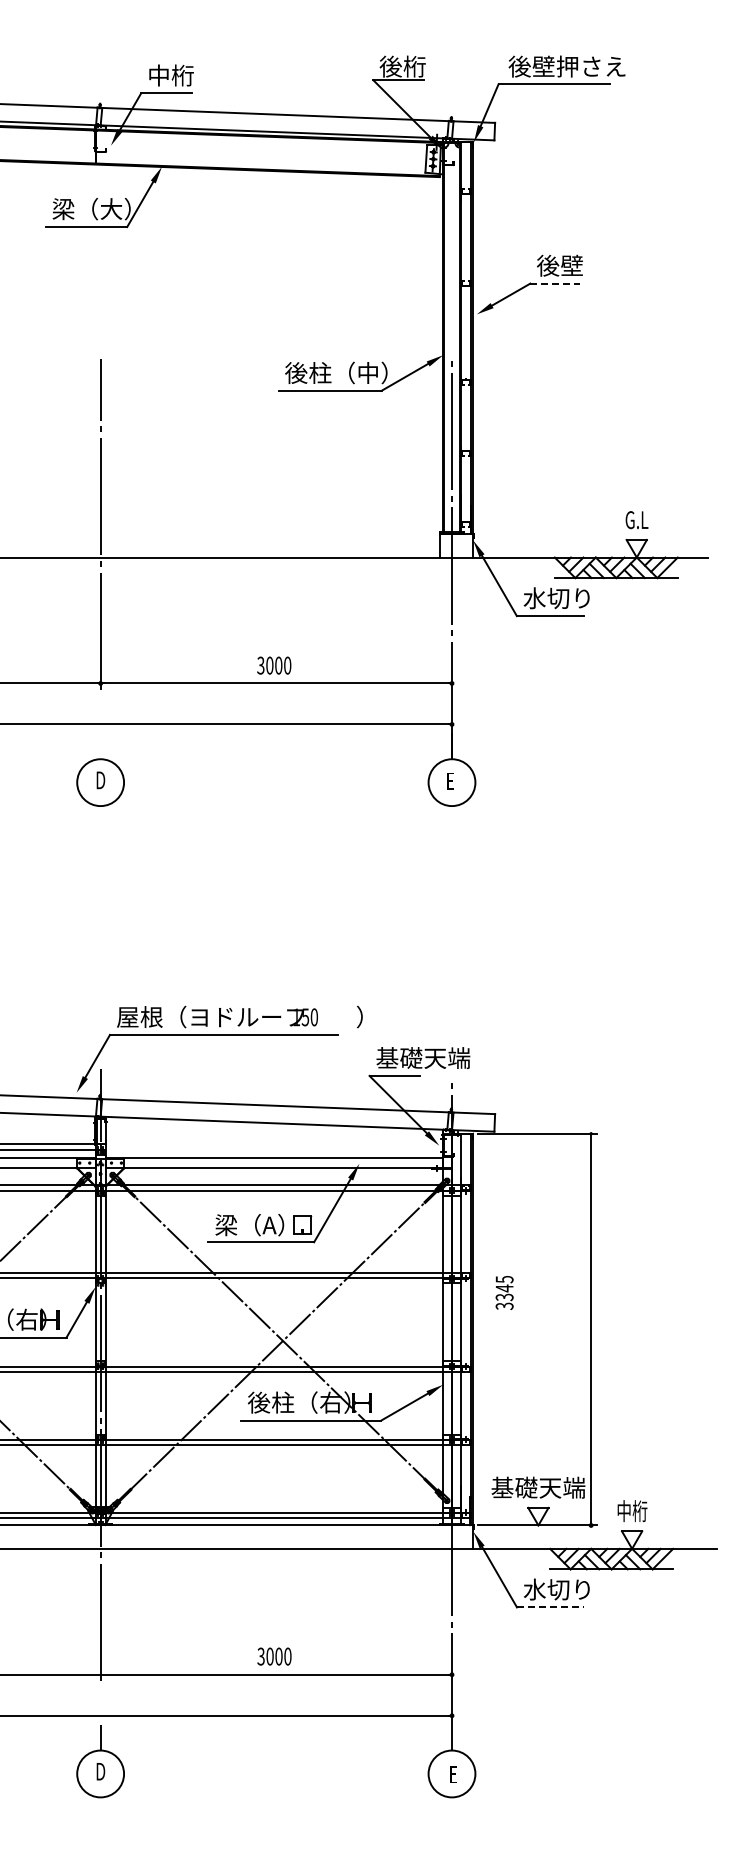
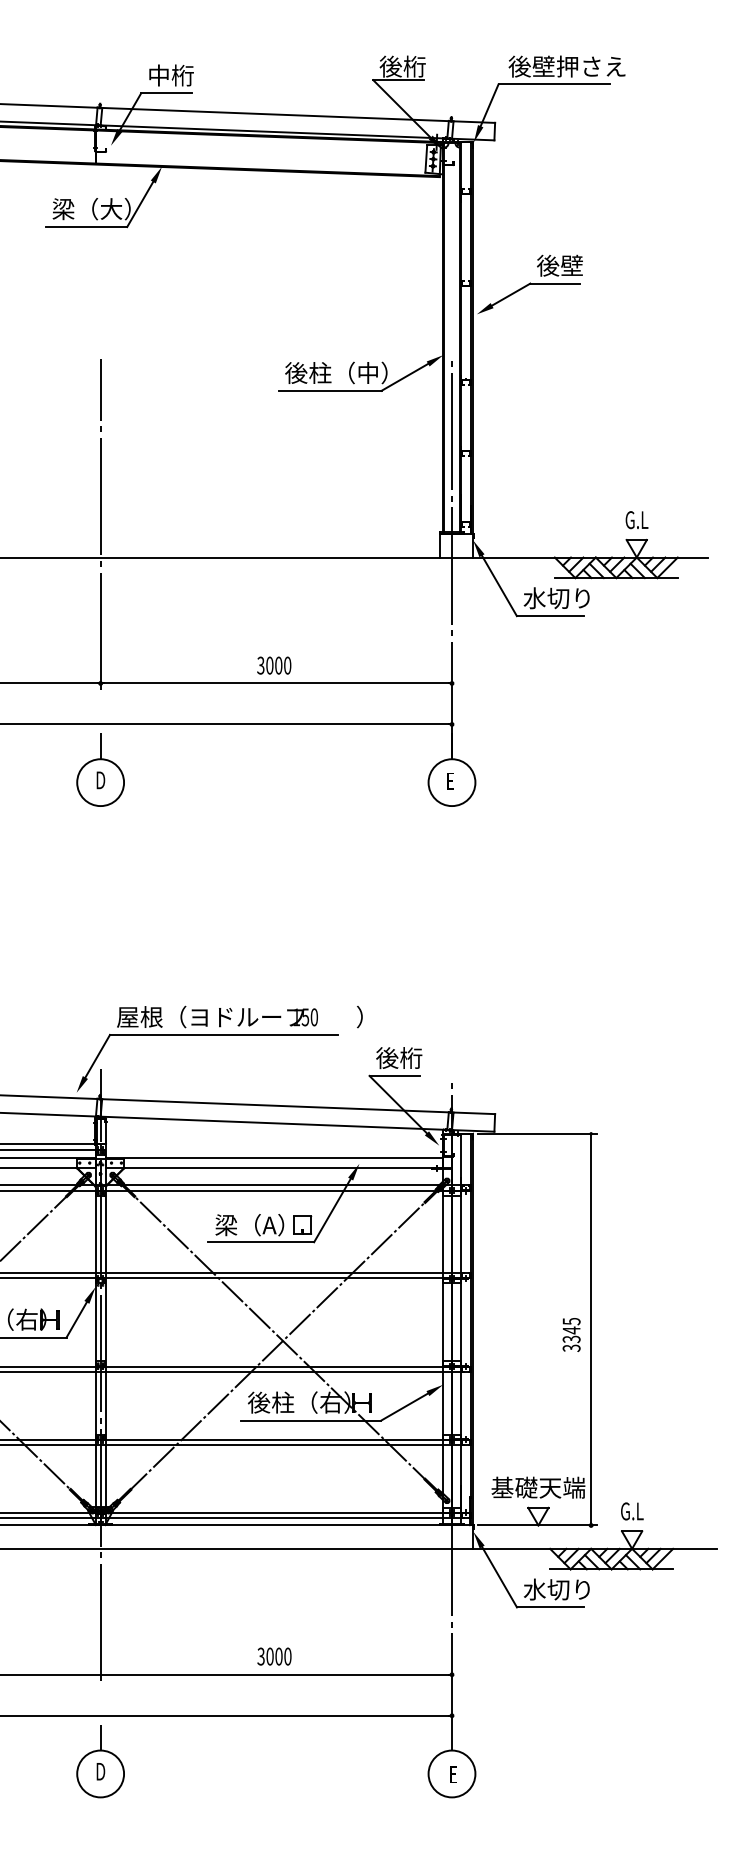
line at (555, 283): dashed -> solid
line at (100, 746): none -> present
text at (423, 1058): 基礎天端 -> 後桁
text at (504, 1292) position: (504, 1292) -> (571, 1334)
text at (632, 1511): 中桁 -> G.L
line at (550, 1607): dashed -> solid
